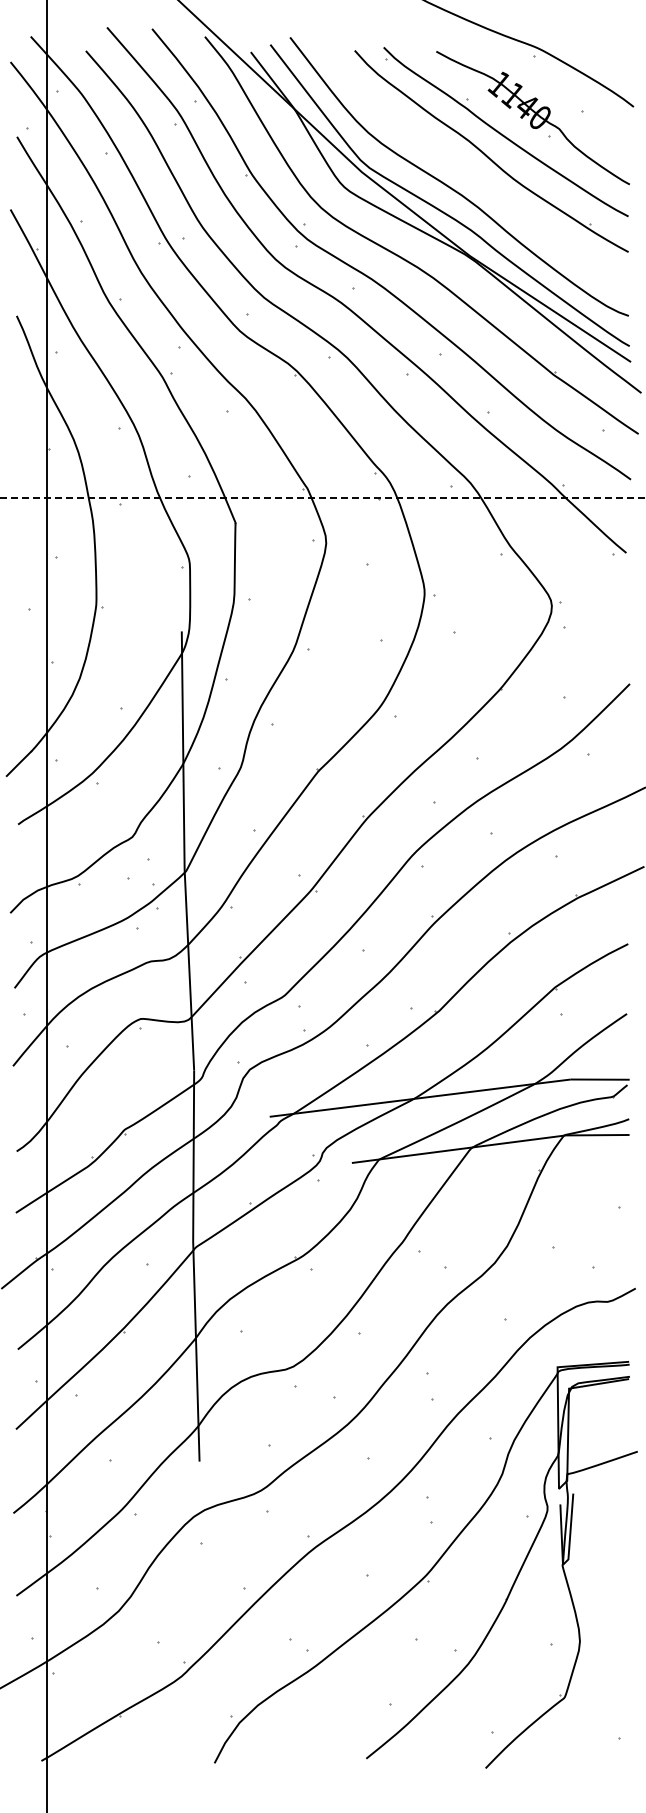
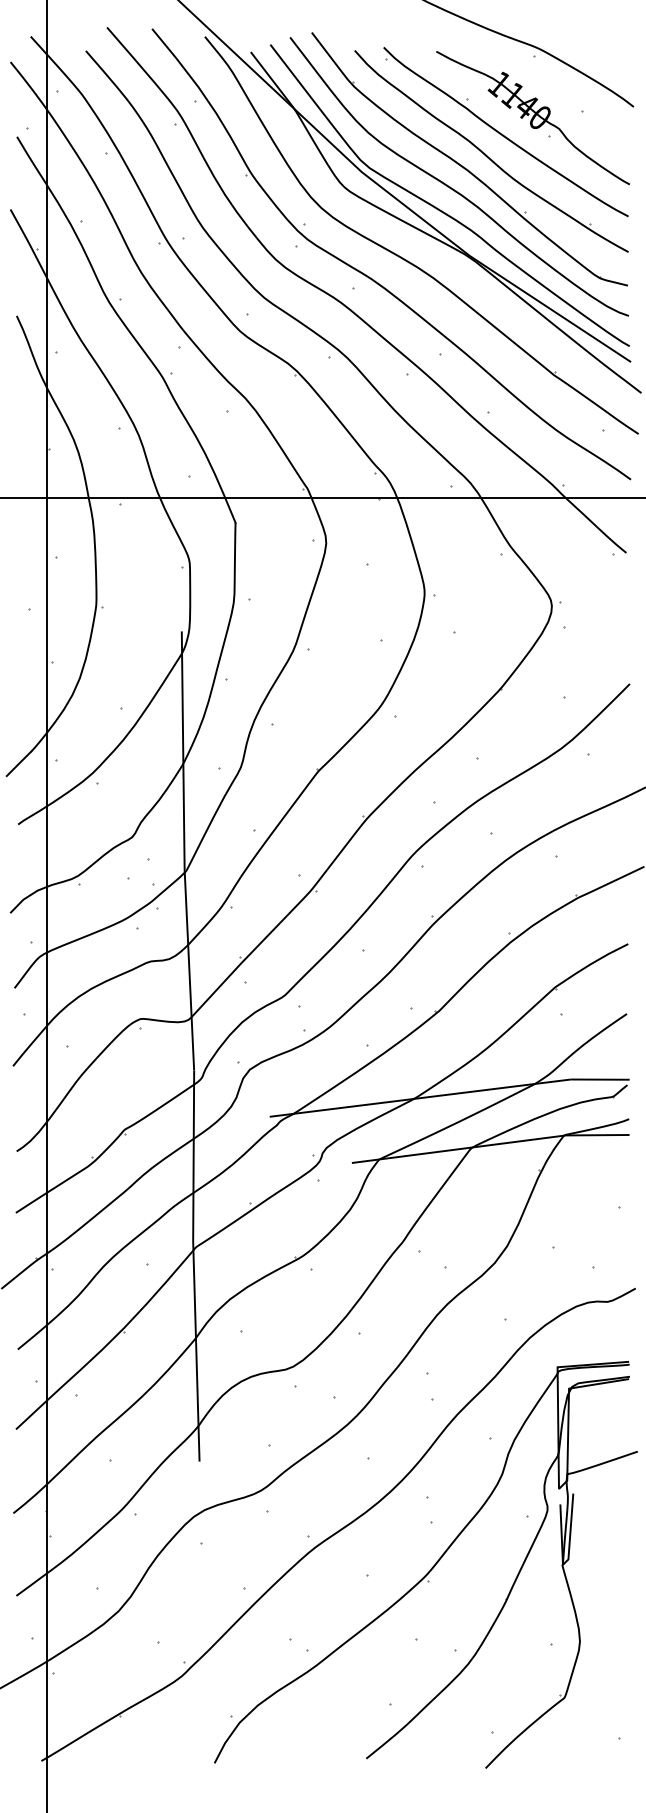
part at (465, 167): none -> present
line at (322, 498): dashed -> solid
